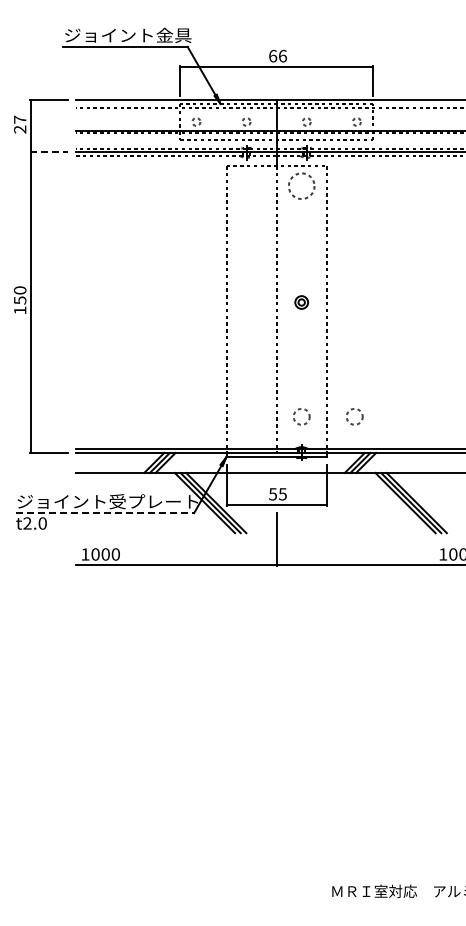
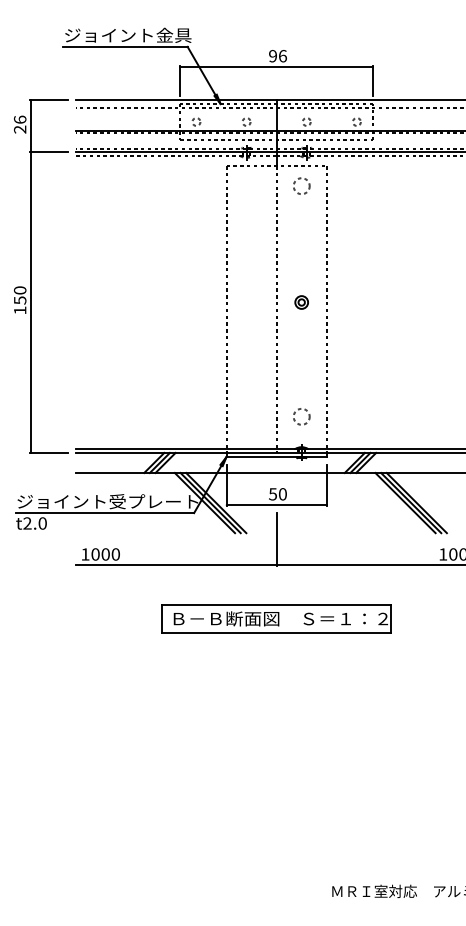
text at (273, 56): 66 -> 96
text at (20, 119): 27 -> 26
line at (49, 152): dashed -> solid
circle at (301, 186) diameter: 26 px -> 16 px
circle at (354, 416): present -> none
text at (282, 494): 55 -> 50
line at (105, 513): dashed -> solid
part at (276, 618): none -> present
